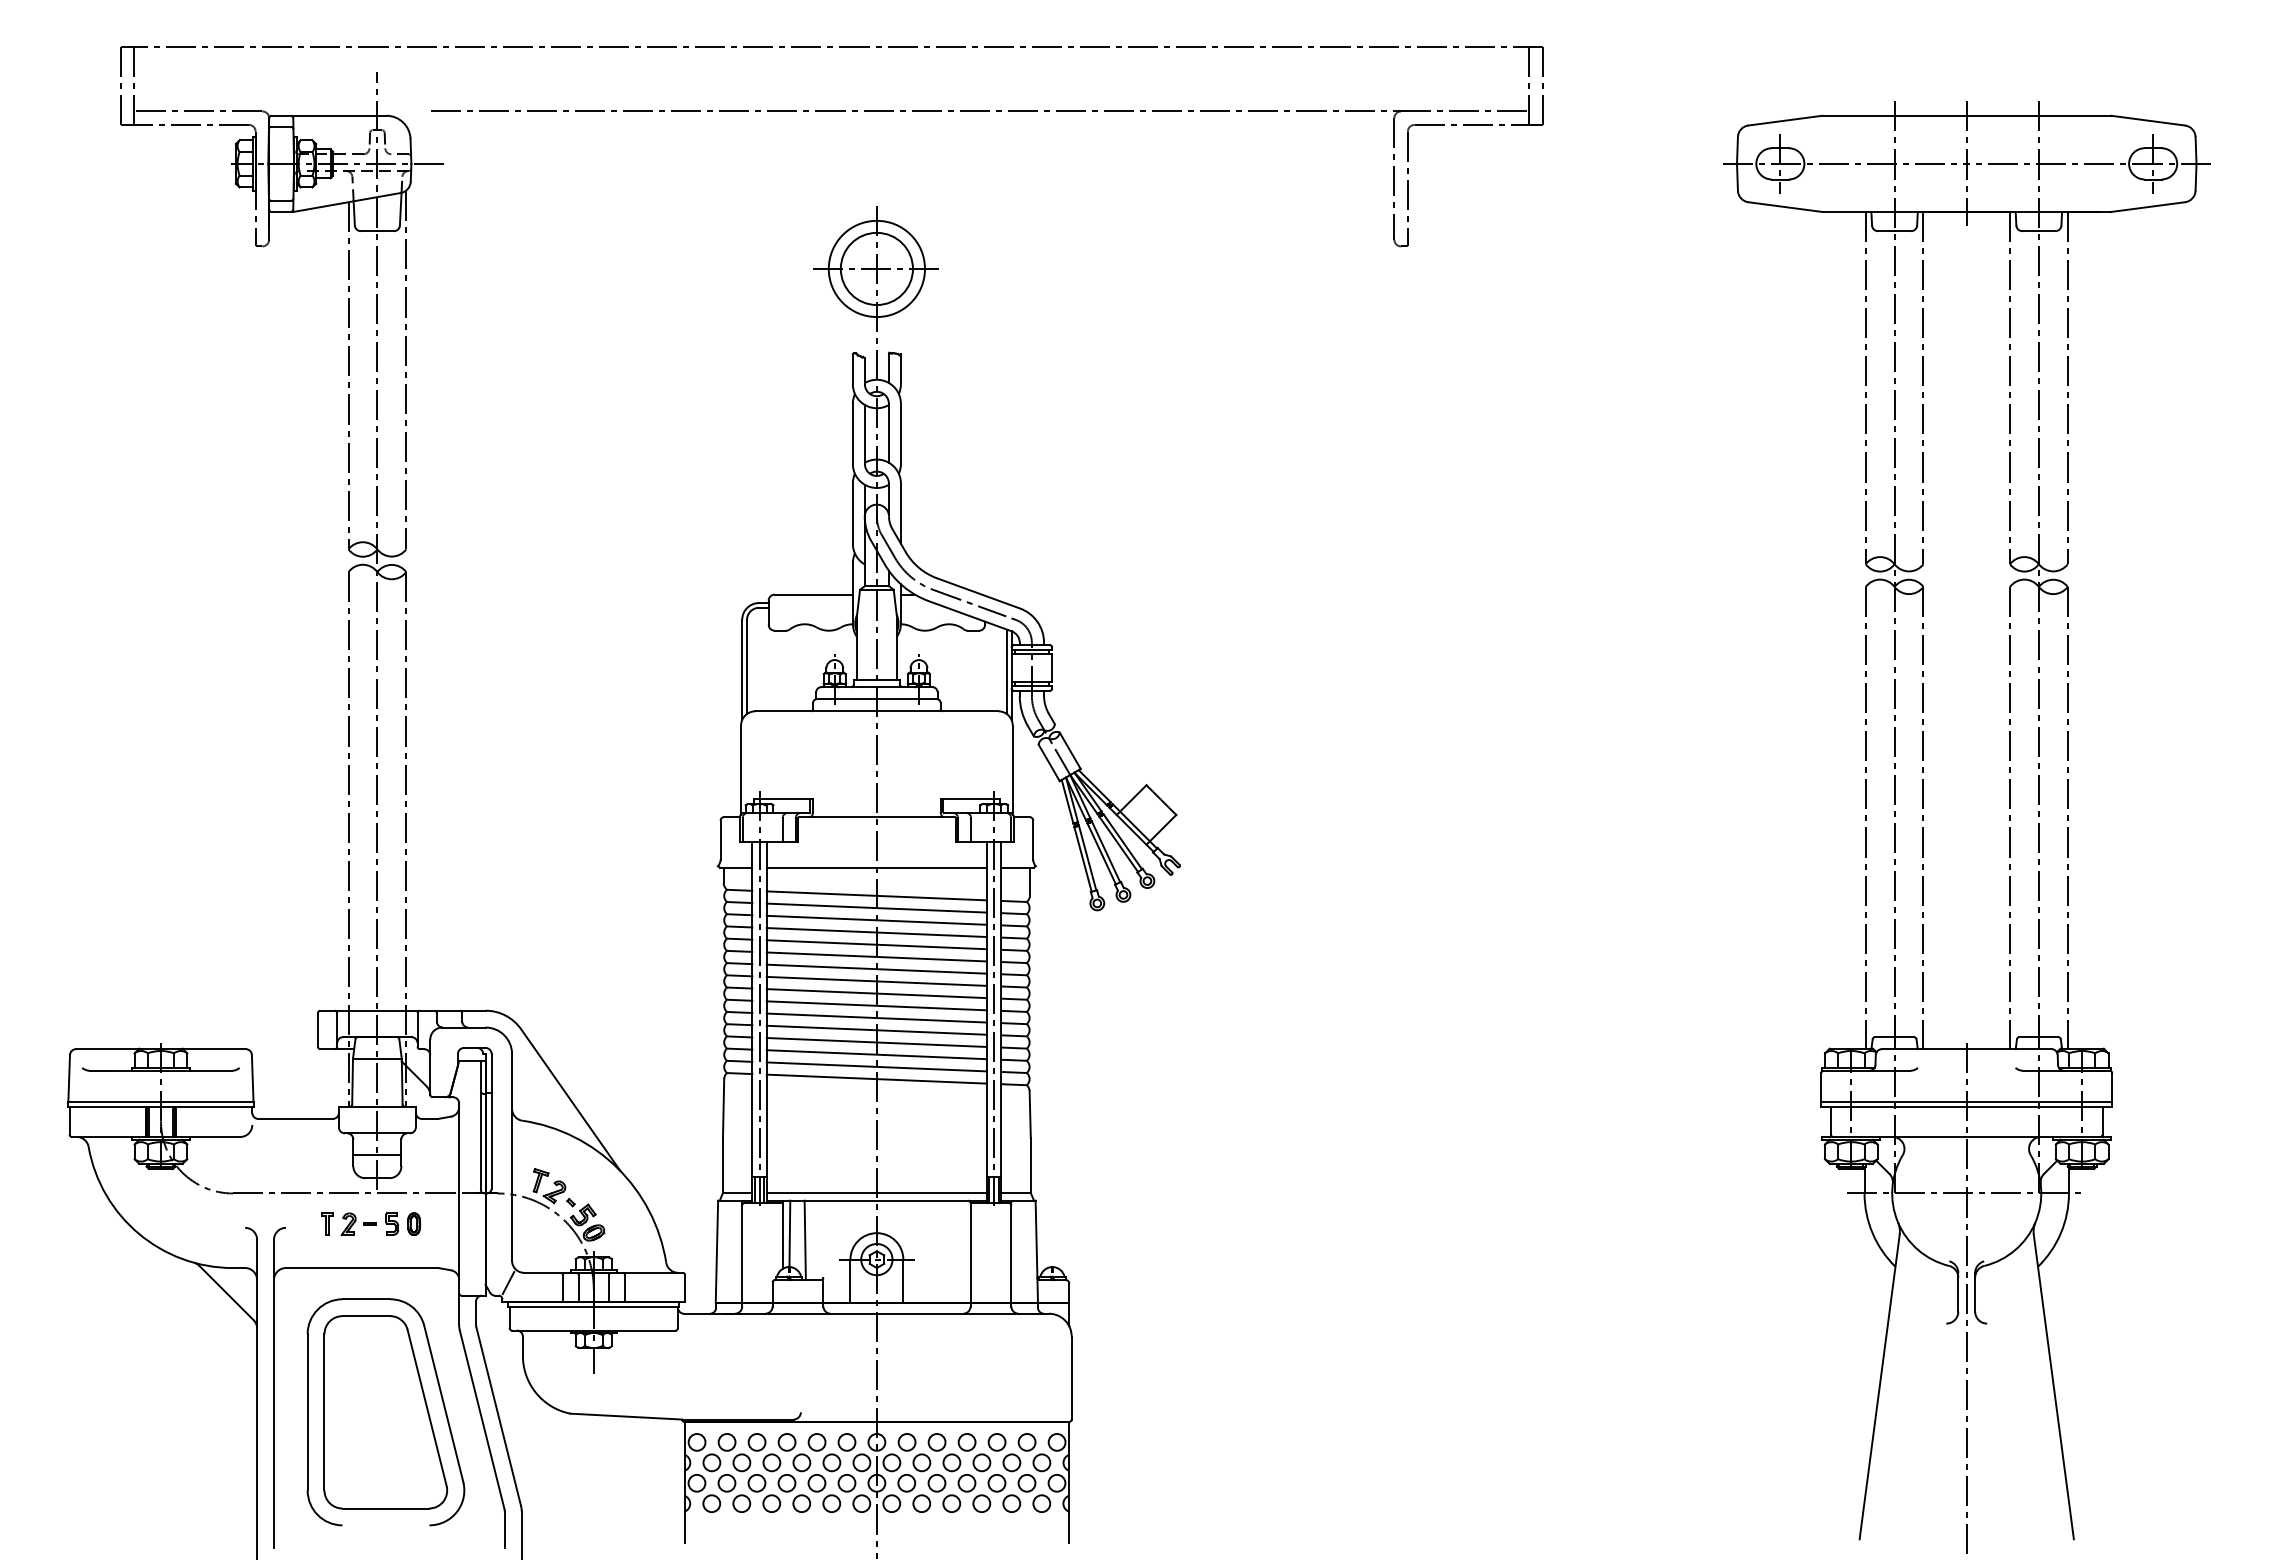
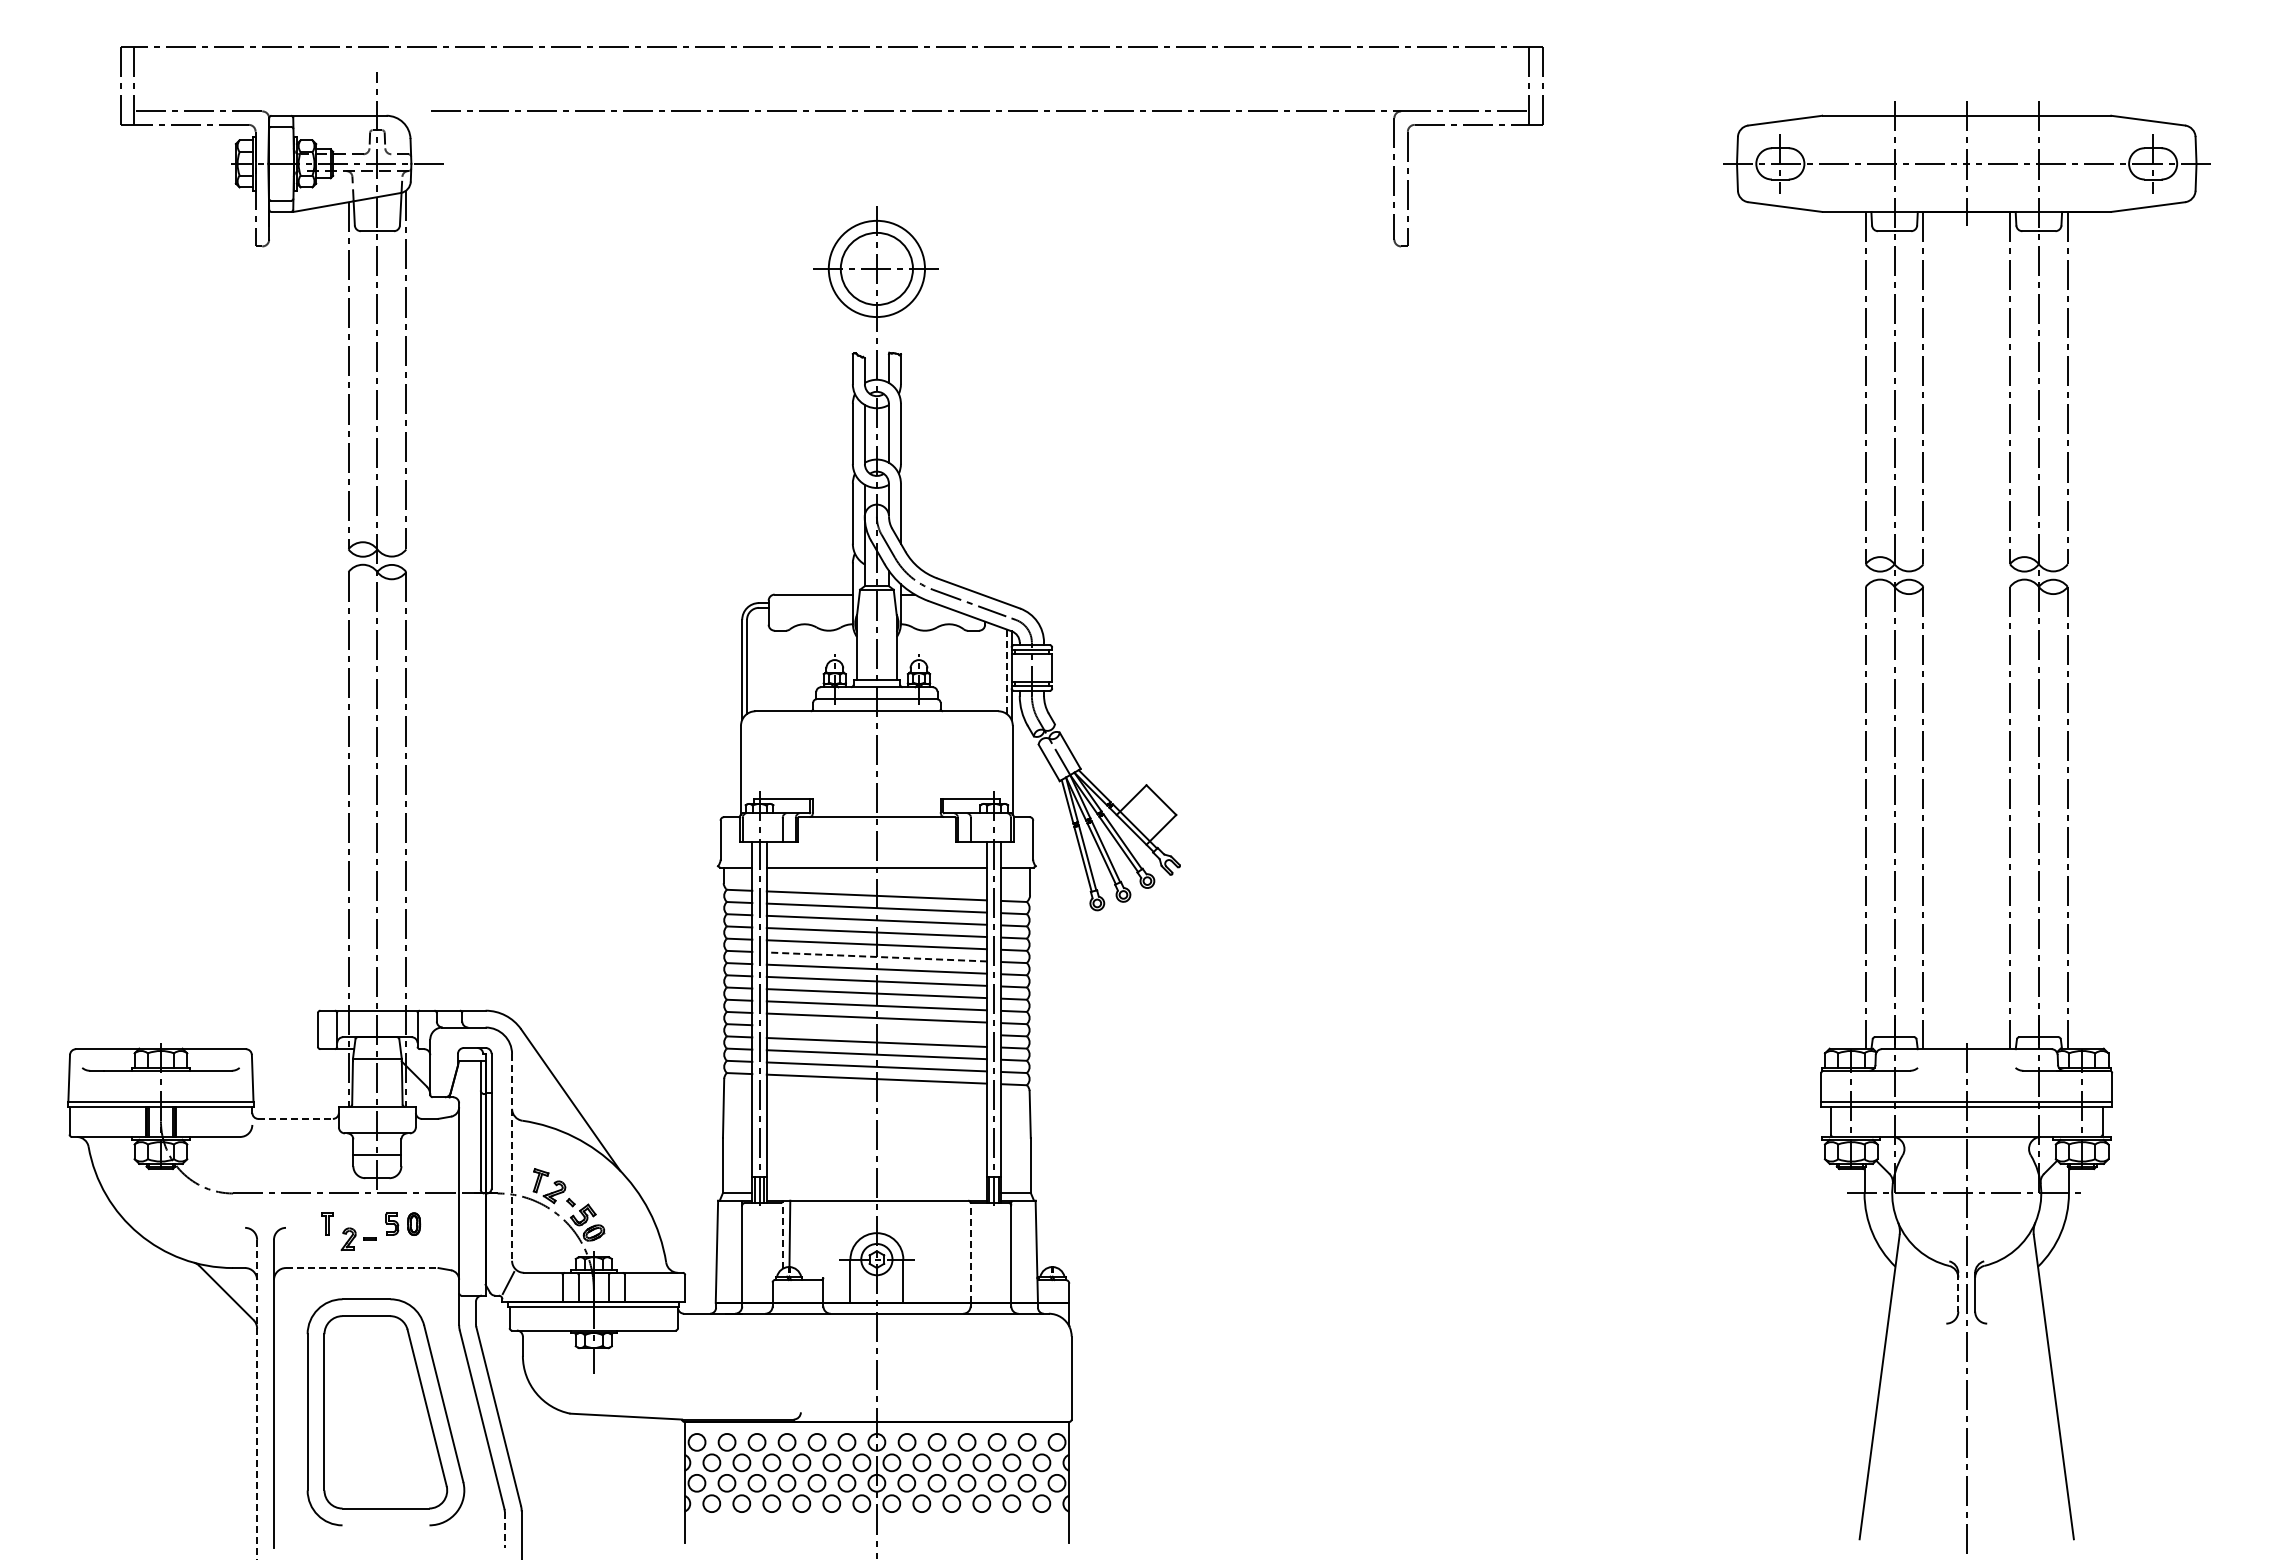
line at (1006, 671): solid -> dashed
line at (876, 956): solid -> dashed
line at (876, 1029): present -> none
line at (296, 1118): solid -> dashed
line at (512, 1157): solid -> dashed
line at (876, 1193): present -> none
part at (358, 1223) position: (358, 1223) -> (358, 1238)
line at (783, 1234): solid -> dashed
line at (804, 1240): present -> none
line at (970, 1253): solid -> dashed
line at (361, 1268): solid -> dashed
line at (1958, 1292): solid -> dashed
line at (257, 1399): solid -> dashed
line at (504, 1530): solid -> dashed
